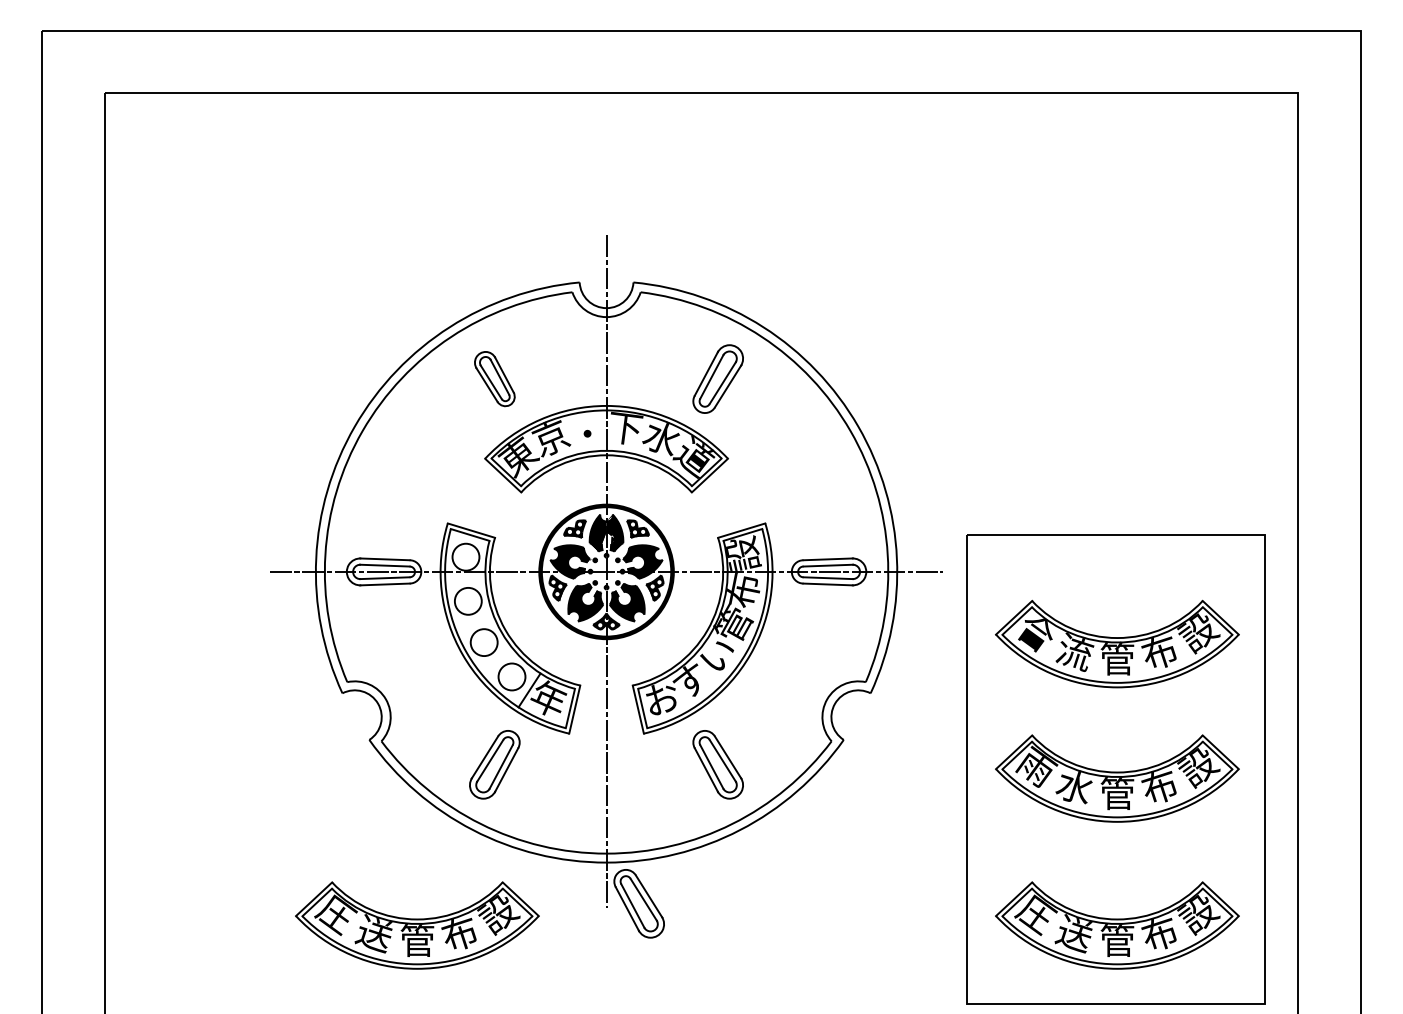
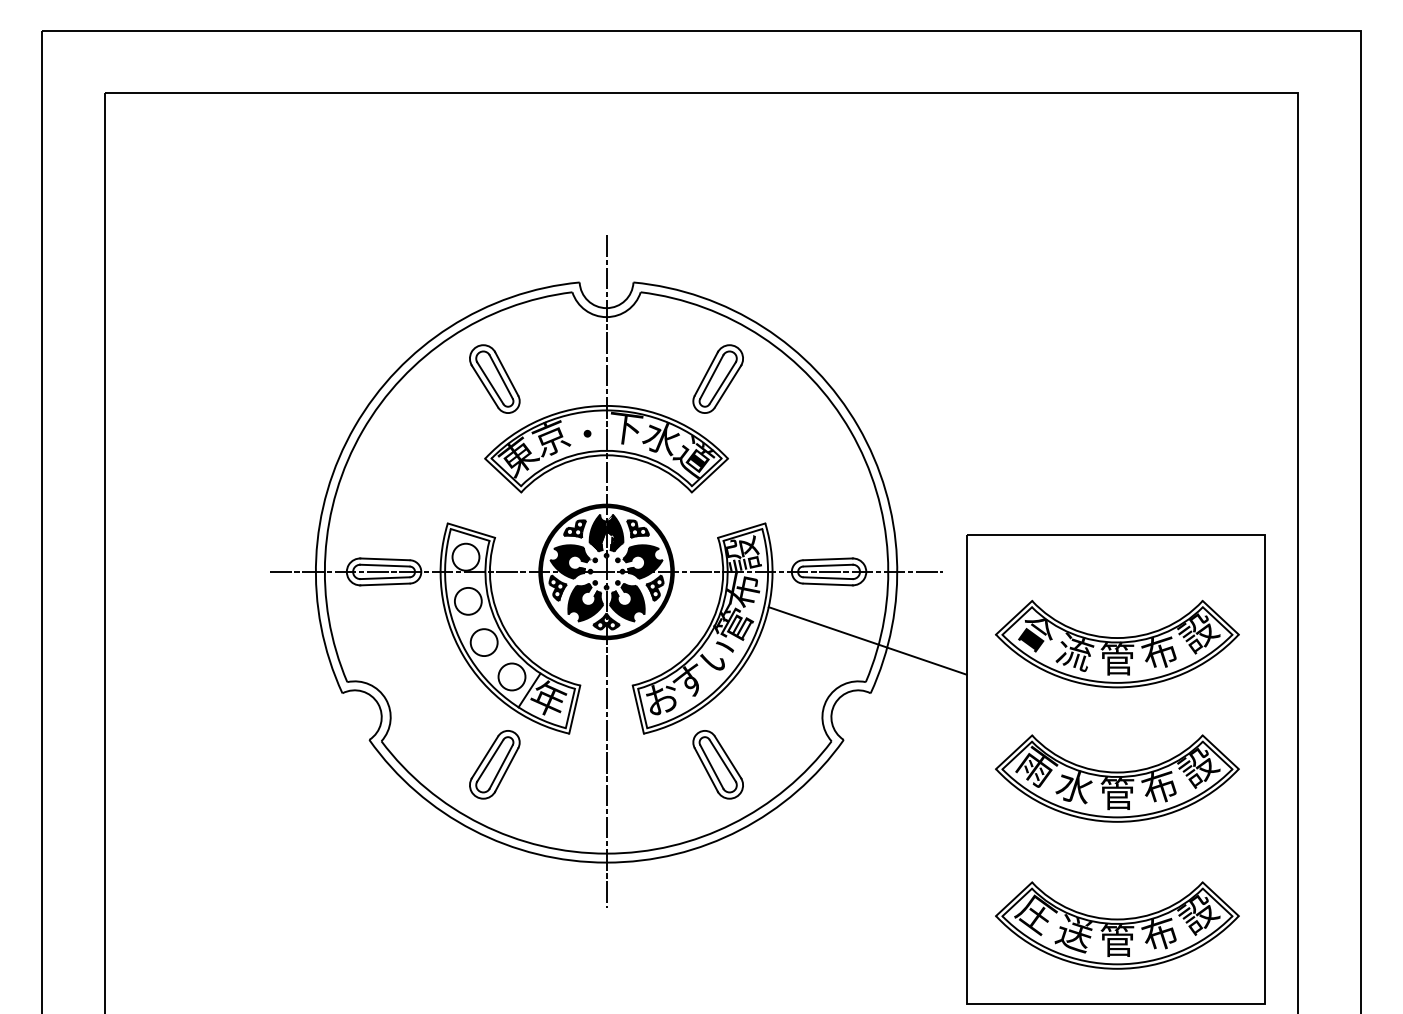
part at (494, 379) size: 42x57 px -> 52x70 px
line at (867, 640): none -> present
part at (638, 903): present -> none
part at (417, 925): present -> none
